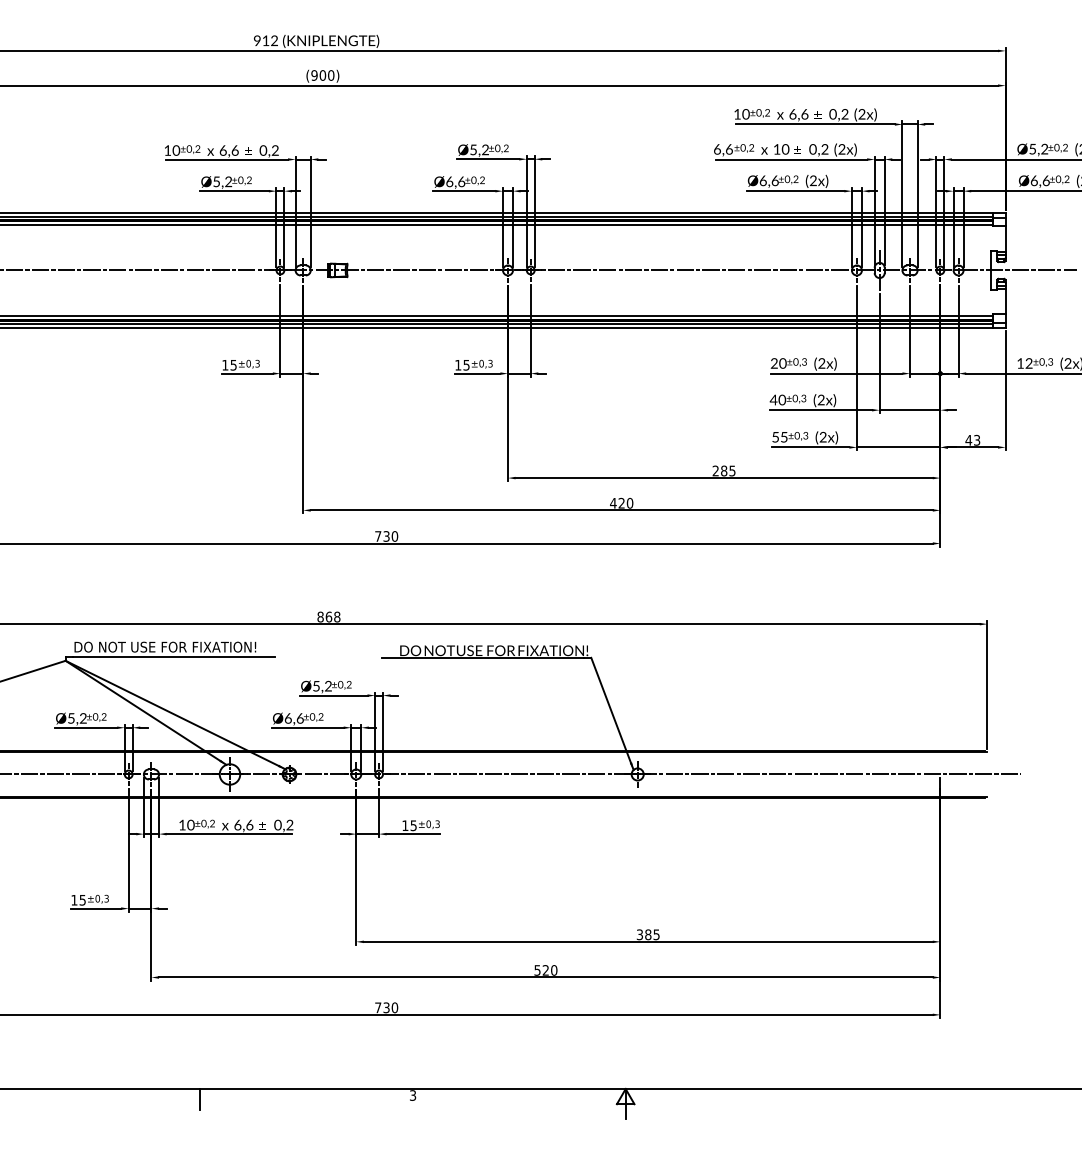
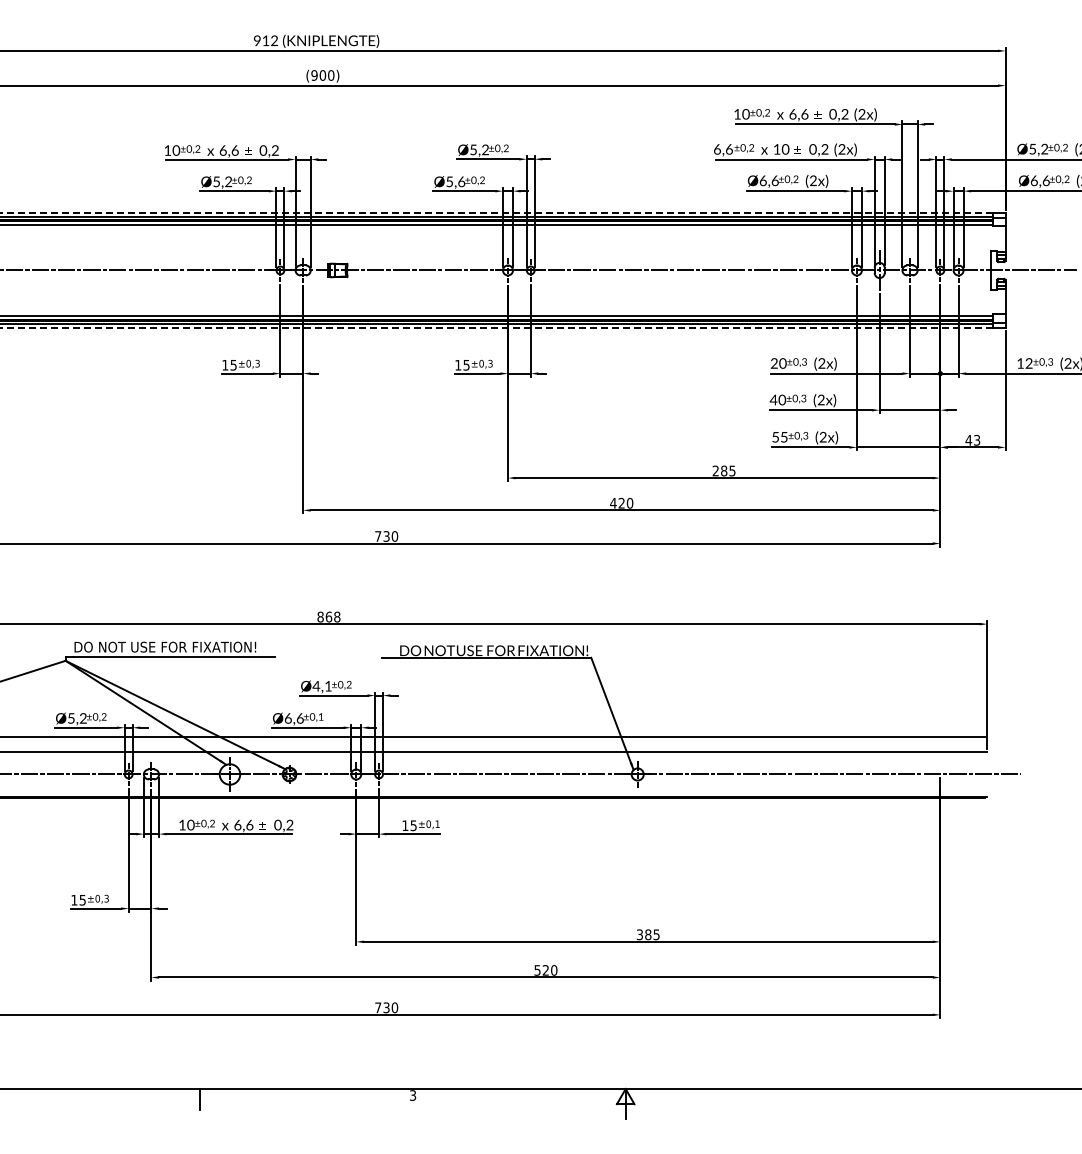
text at (449, 181): Ø6,6 -> Ø5,6
line at (496, 212): solid -> dashed
line at (496, 328): solid -> dashed
text at (321, 685): Ø5,2 -> Ø4,1
text at (320, 716): ±0,2 -> ±0,1
line at (493, 751) position: (493, 751) -> (493, 737)
text at (437, 824): ±0,3 -> ±0,1
